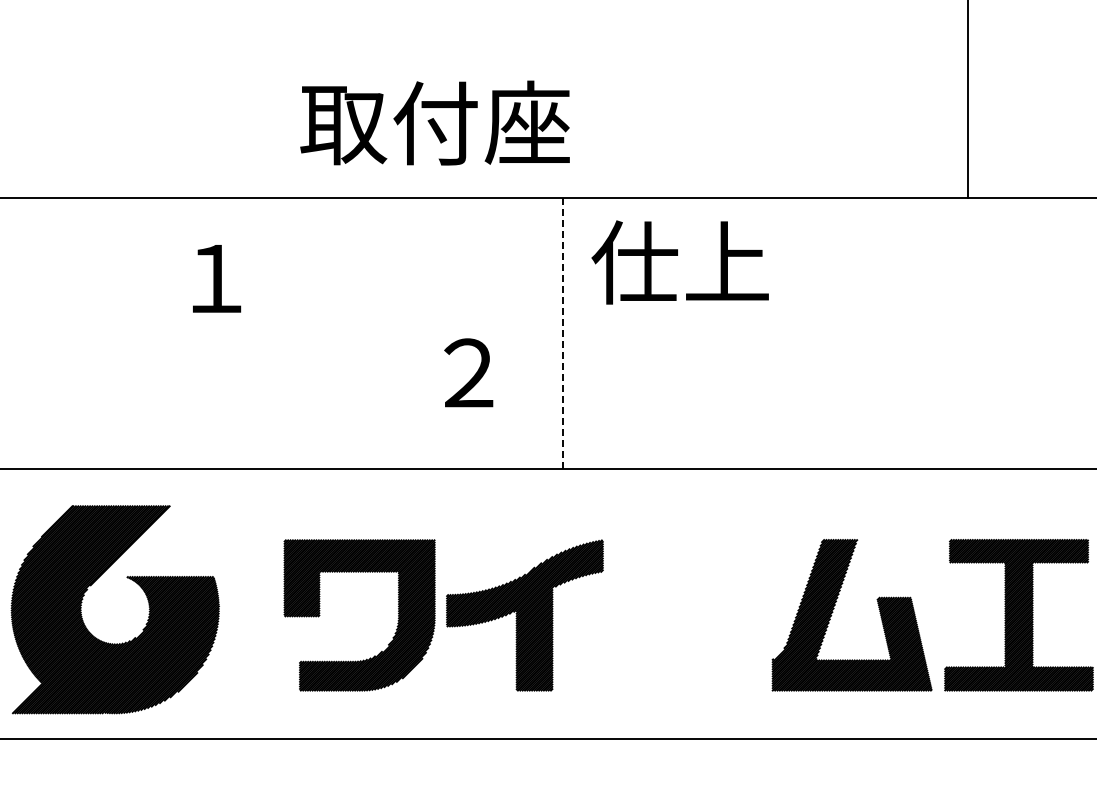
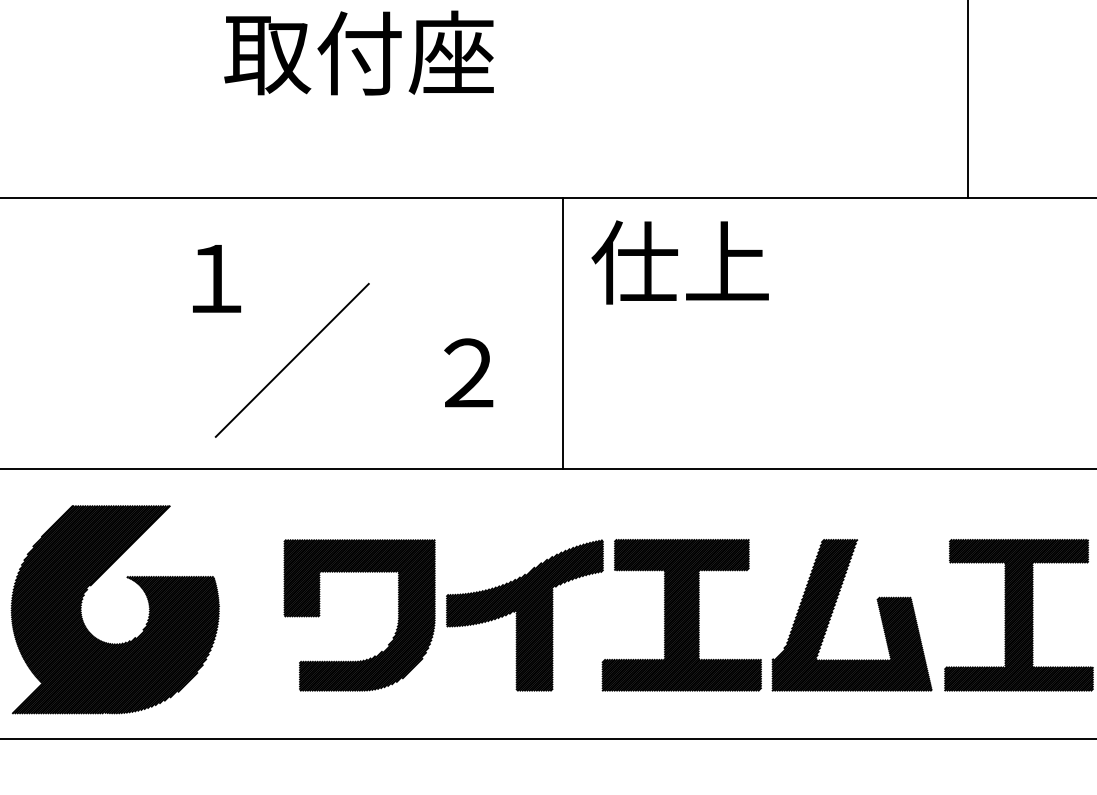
text at (434, 122) position: (434, 122) -> (358, 52)
line at (562, 333): dashed -> solid
line at (291, 359): none -> present
part at (681, 615): none -> present
